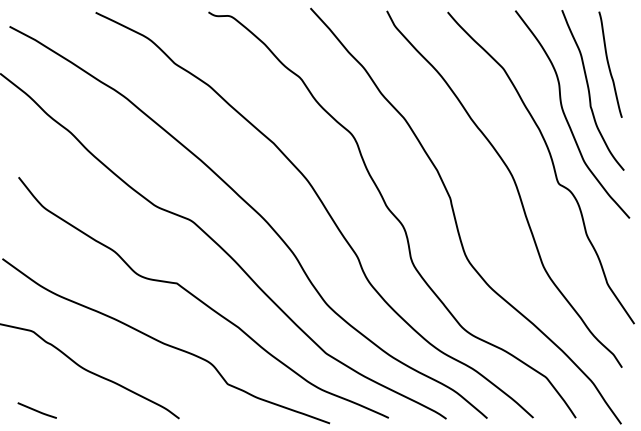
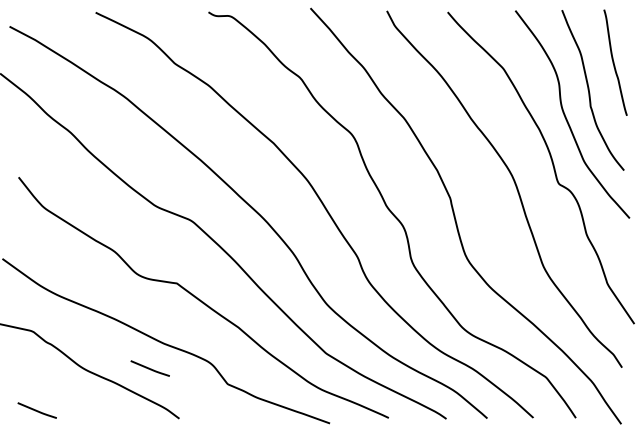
curve at (609, 64) position: (609, 64) -> (614, 62)
line at (149, 368): none -> present
